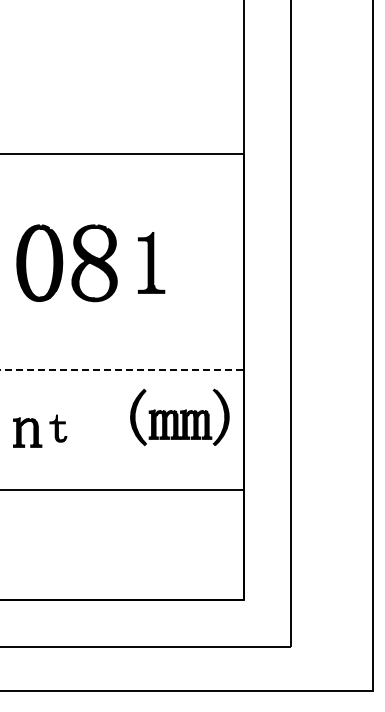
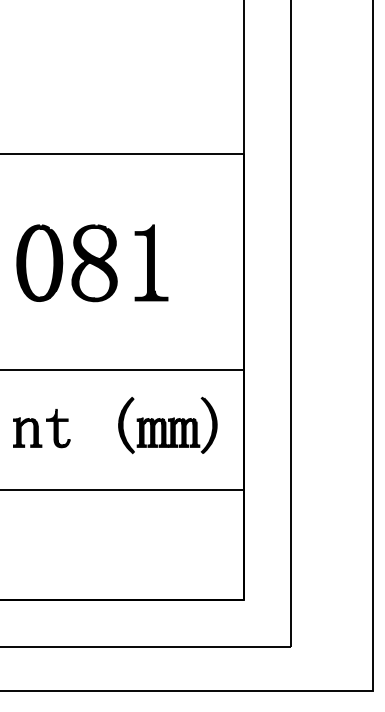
part at (151, 262) size: 28x62 px -> 35x78 px
line at (122, 369): dashed -> solid
part at (179, 417) position: (179, 417) -> (167, 425)
part at (58, 428) size: 19x29 px -> 25x40 px
